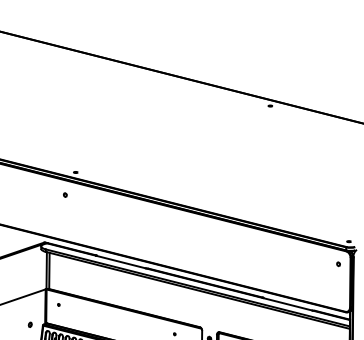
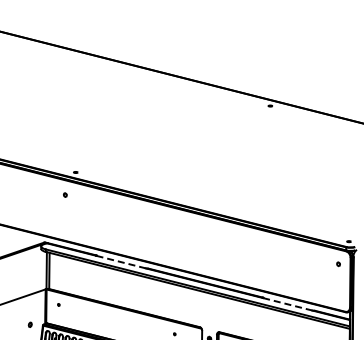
line at (121, 262): solid -> dashed
line at (288, 304): solid -> dashed
